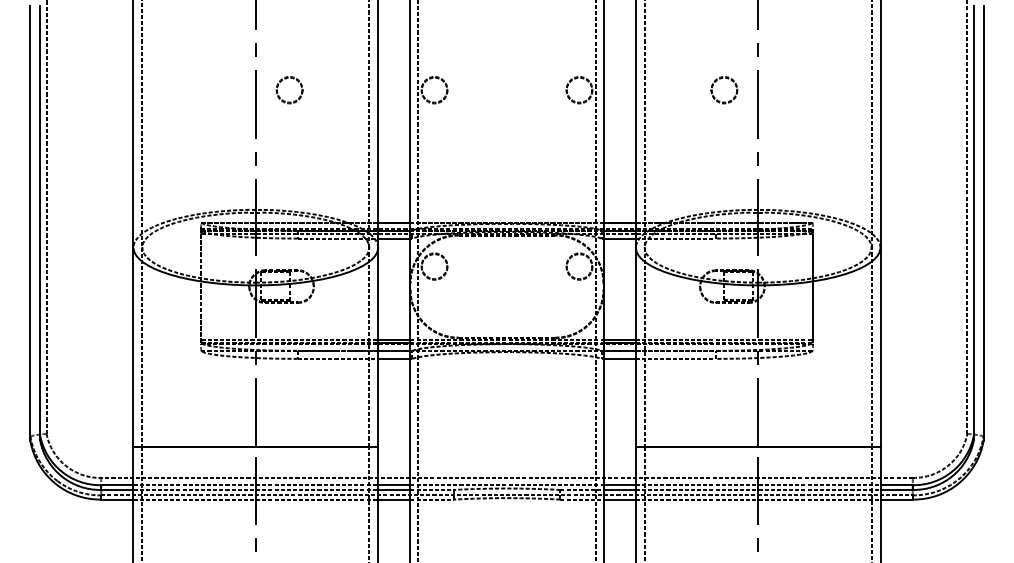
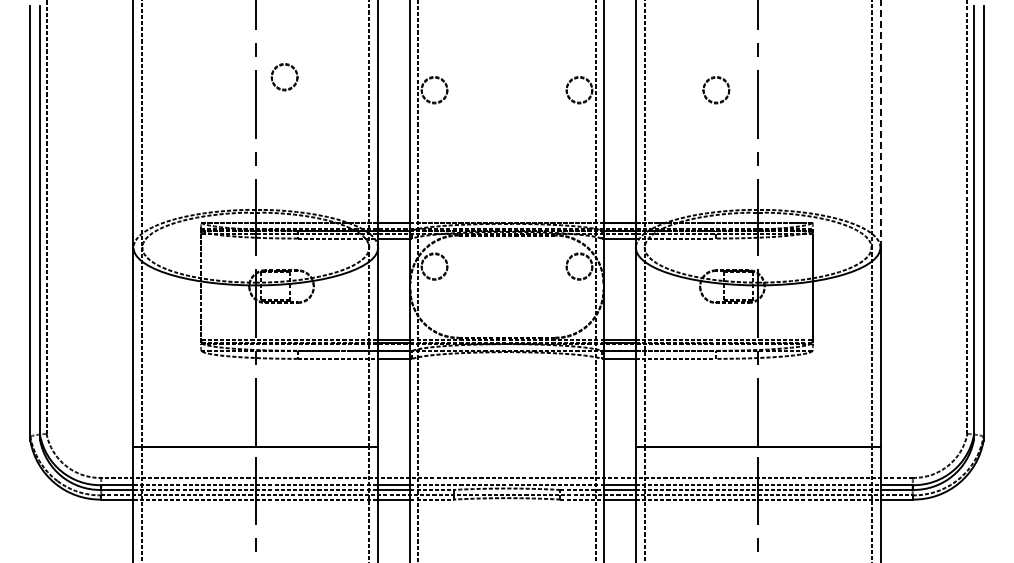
part at (289, 101) position: (289, 101) -> (284, 88)
part at (724, 101) position: (724, 101) -> (716, 101)
line at (880, 123): solid -> dashed
